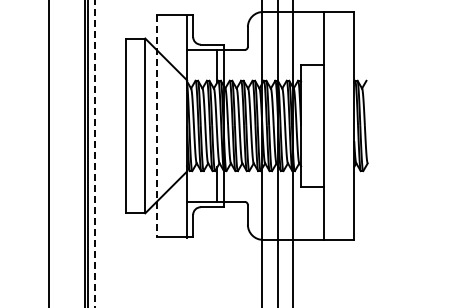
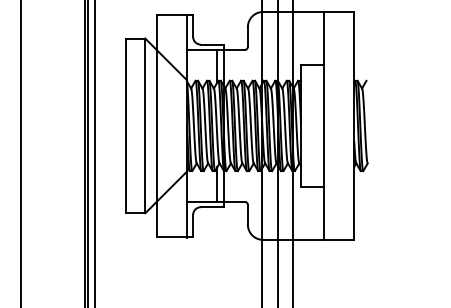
line at (156, 125): dashed -> solid
line at (48, 153) position: (48, 153) -> (20, 153)
line at (94, 154): dashed -> solid
